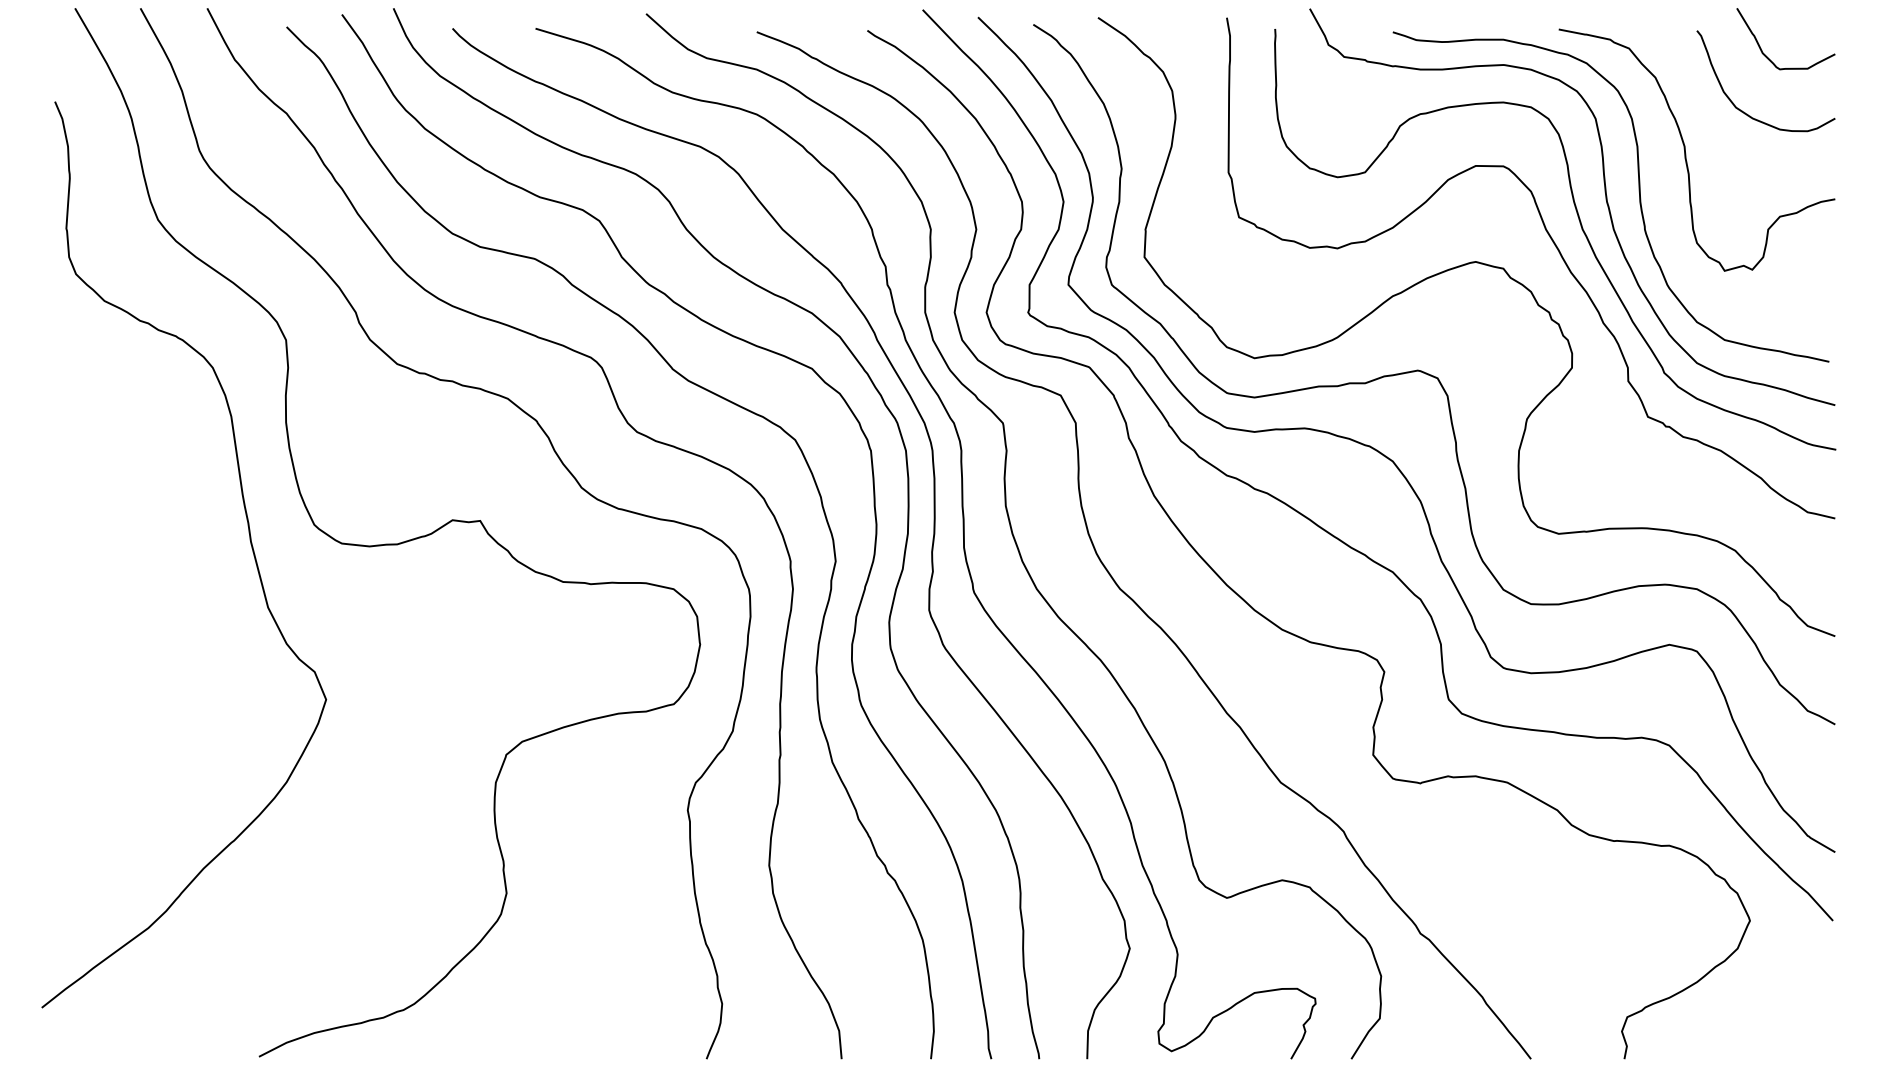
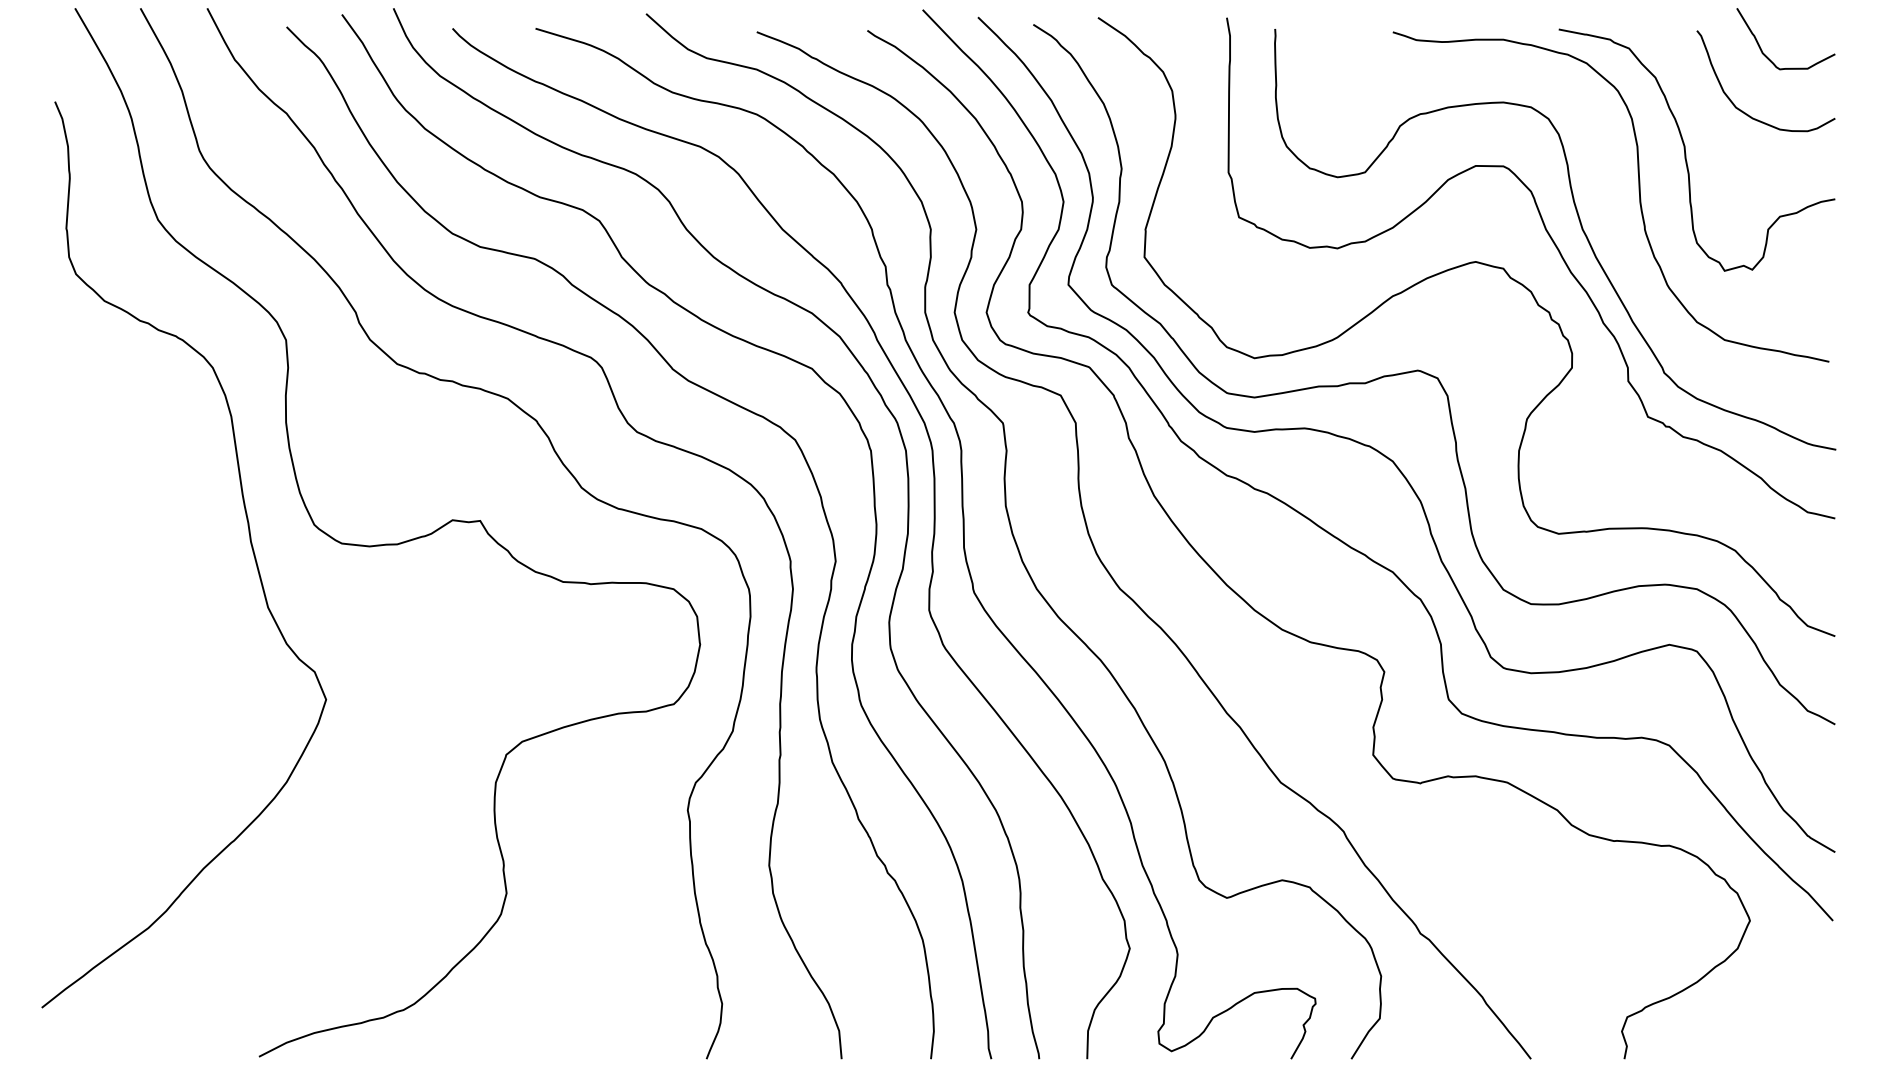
curve at (1605, 200): present -> none
